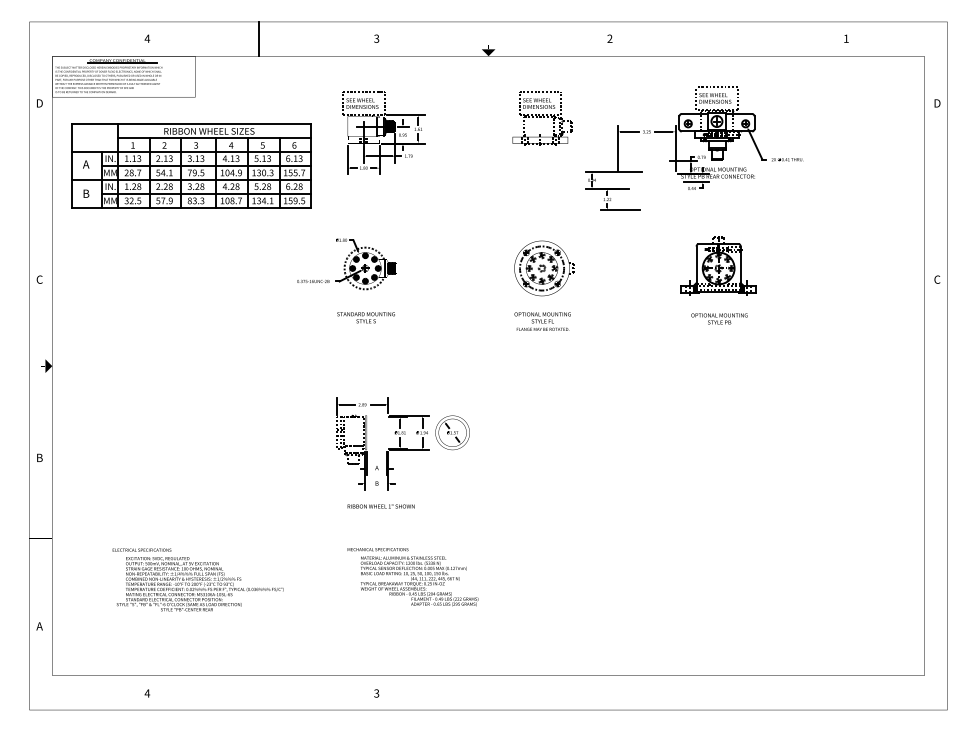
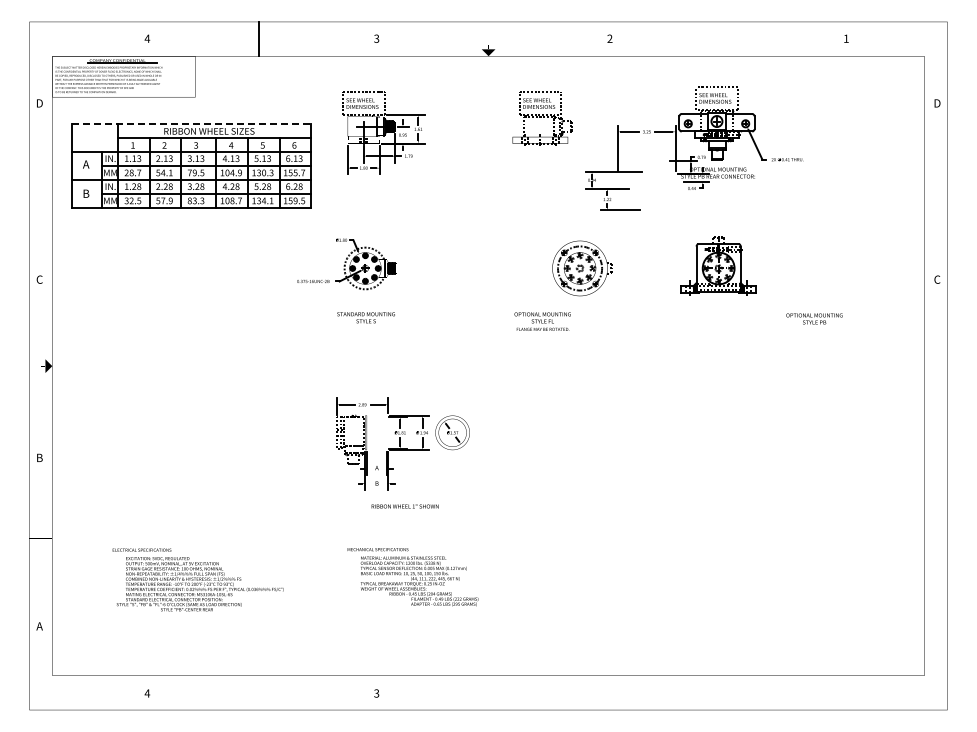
line at (192, 123): solid -> dashed
part at (544, 268) position: (544, 268) -> (582, 268)
text at (719, 318) position: (719, 318) -> (814, 318)
text at (380, 506) position: (380, 506) -> (404, 506)
